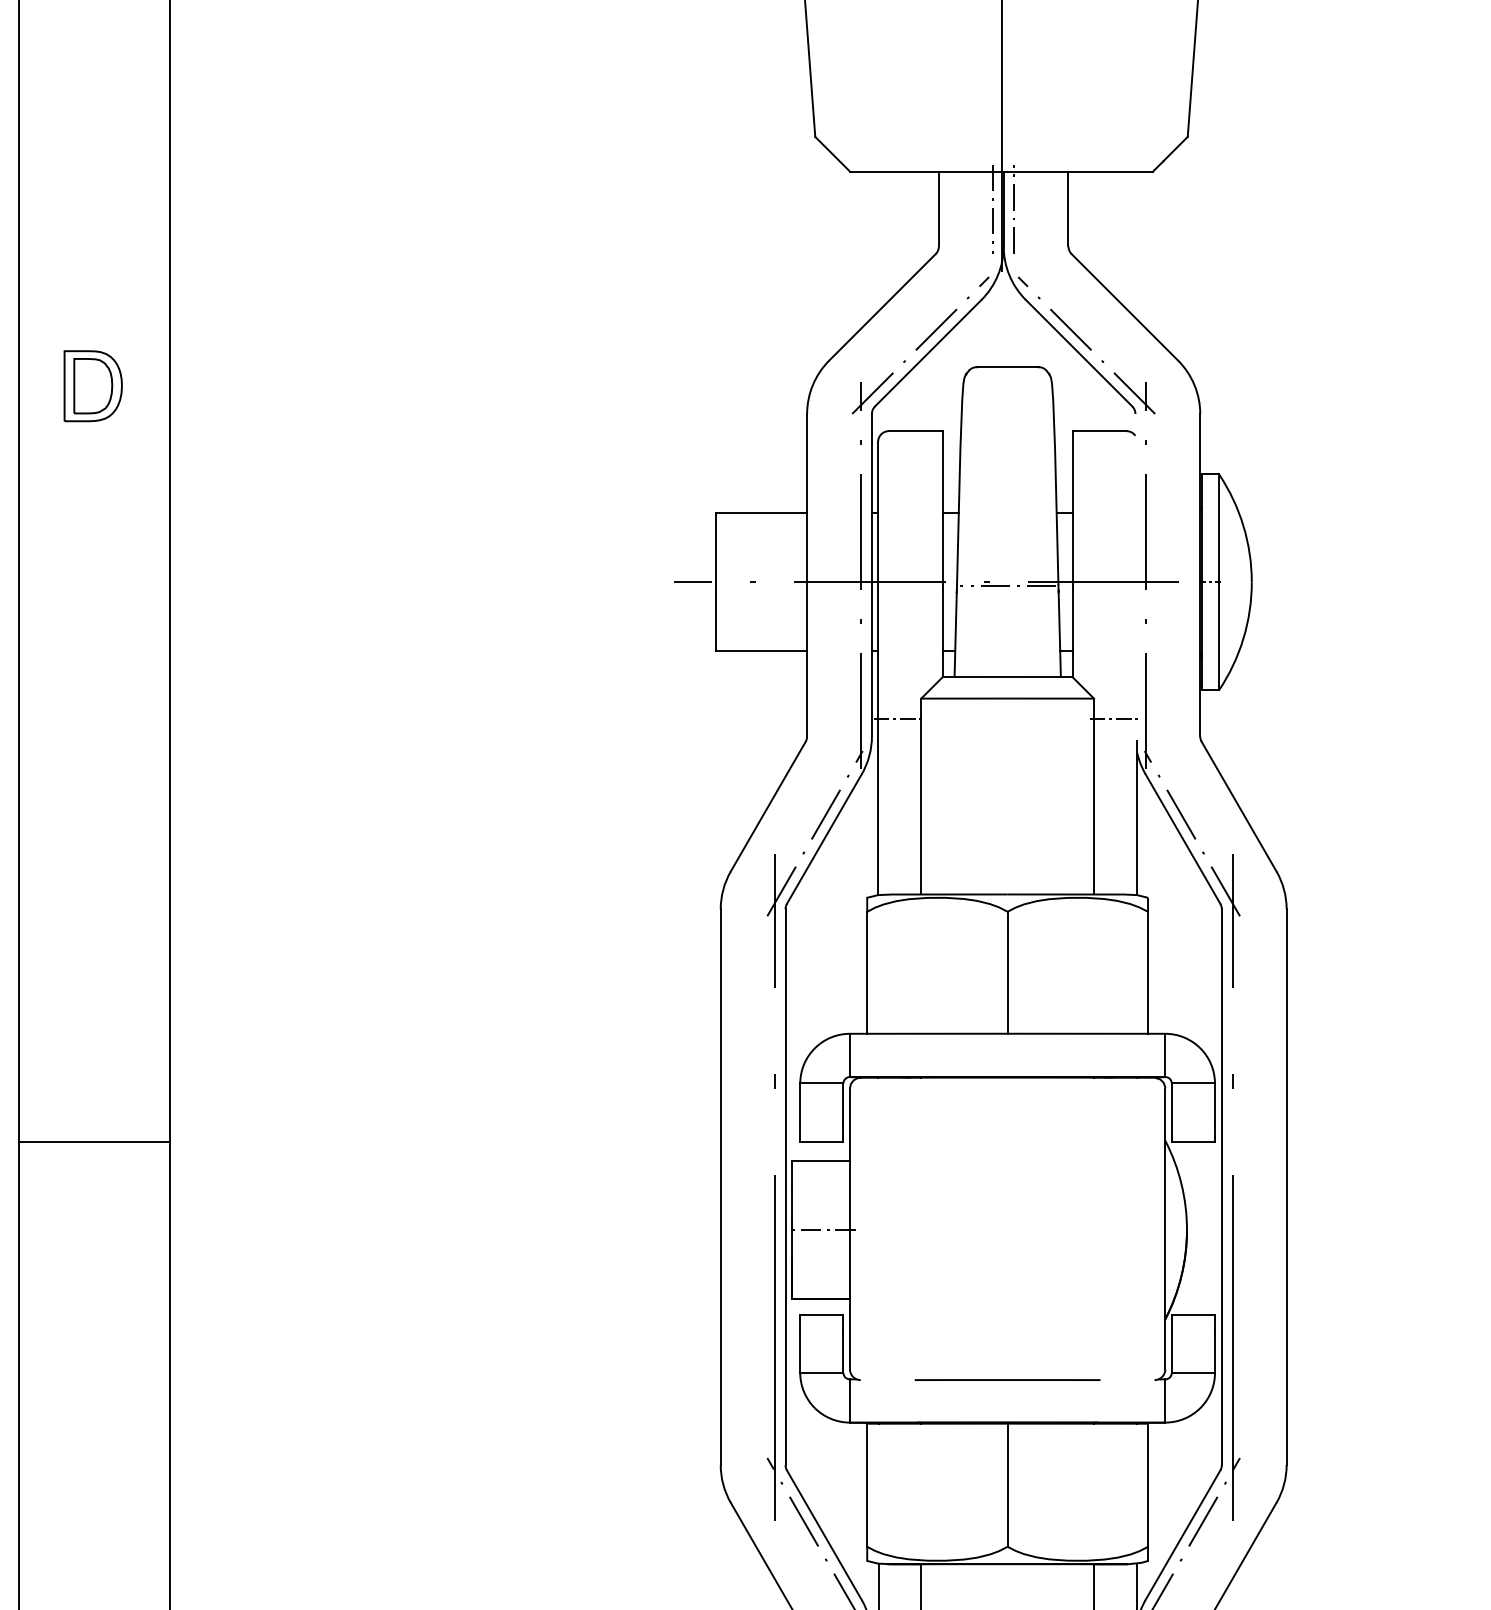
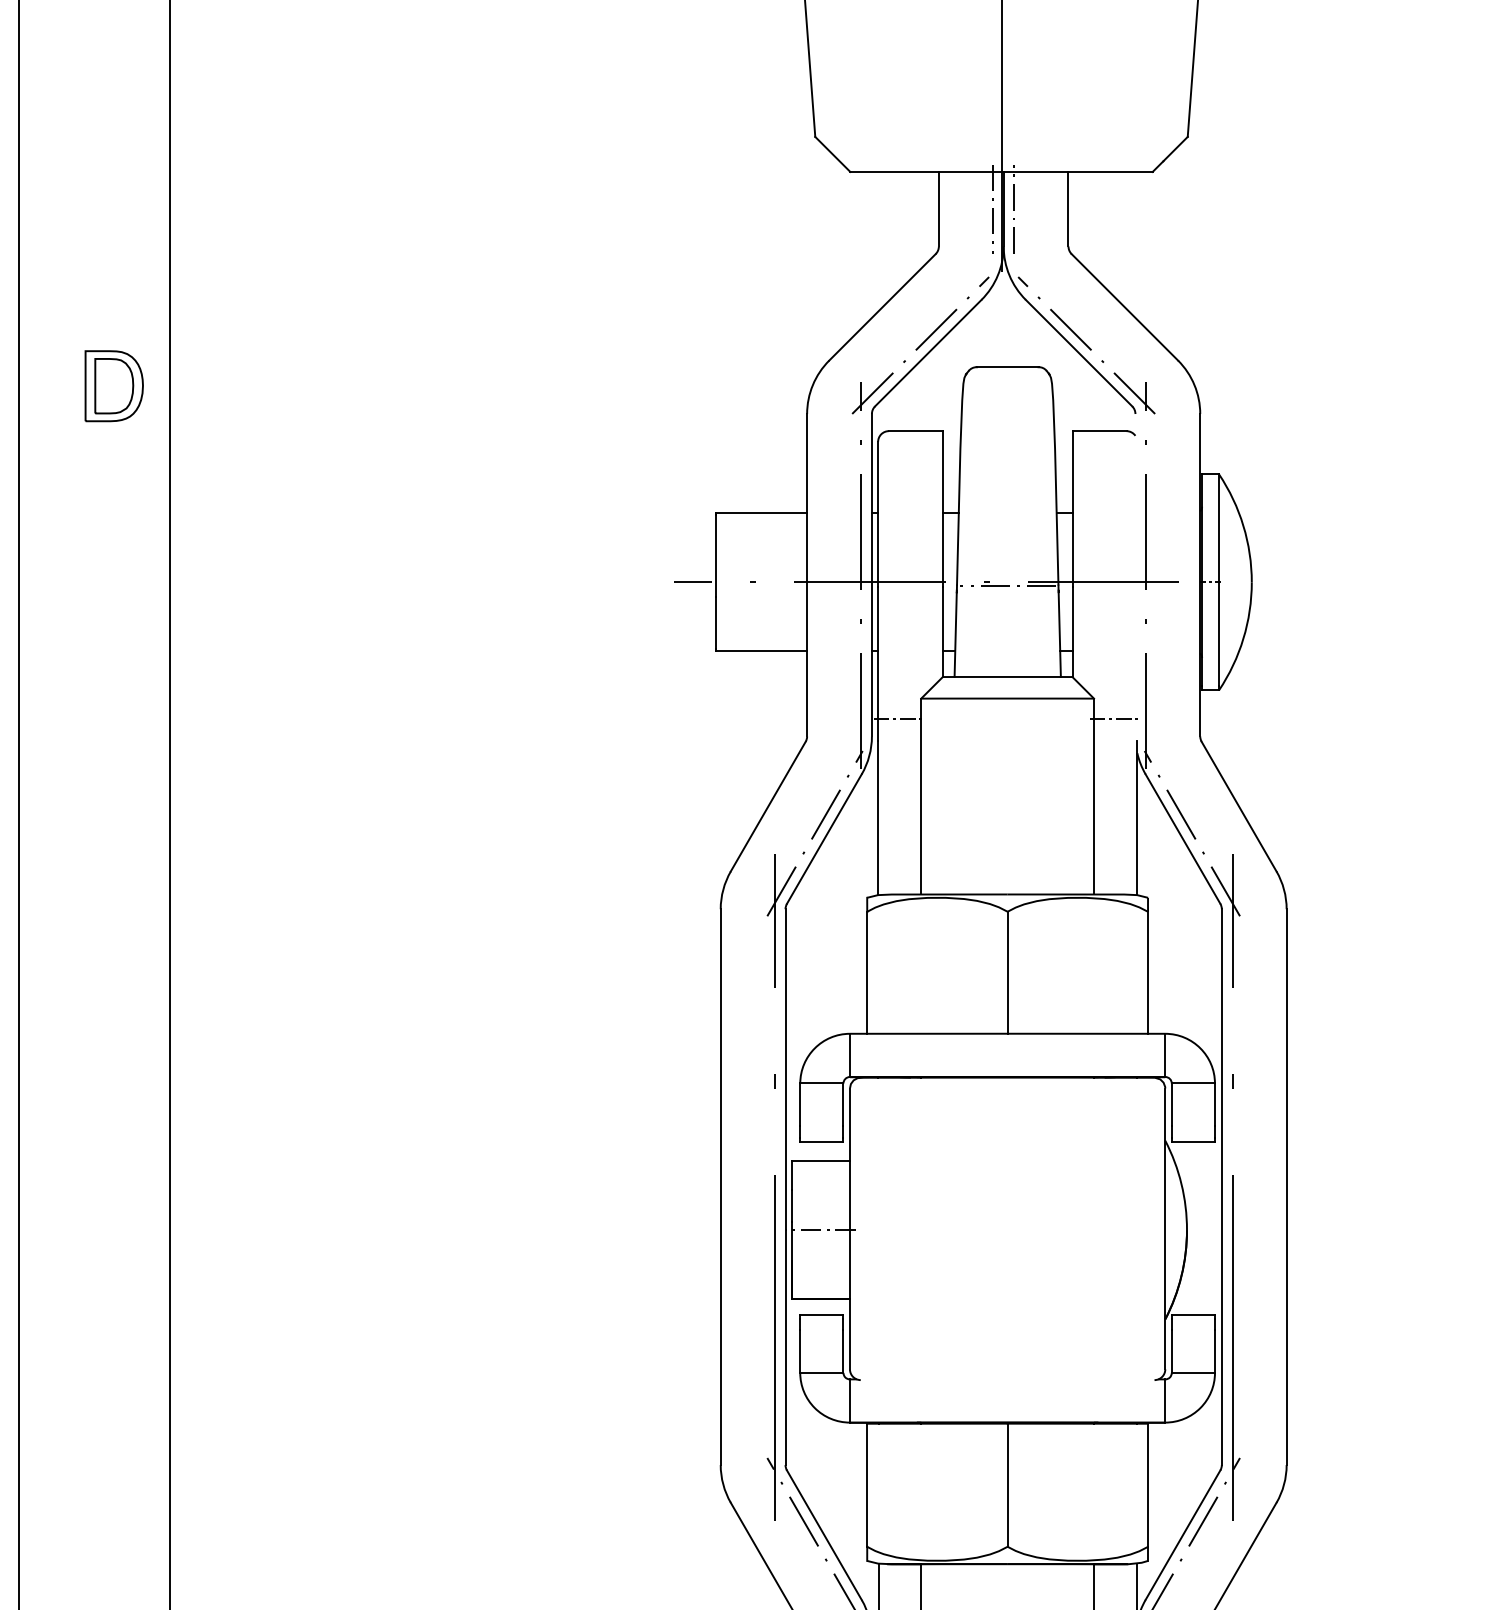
part at (92, 386) position: (92, 386) -> (113, 386)
line at (94, 1142): present -> none
line at (1007, 1379): present -> none
